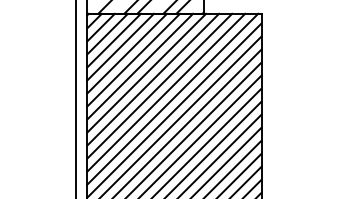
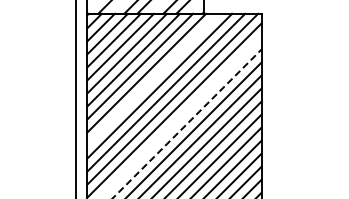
line at (153, 79): present -> none
line at (181, 115): present -> none
line at (186, 124): solid -> dashed
